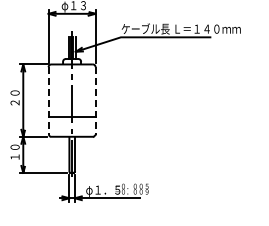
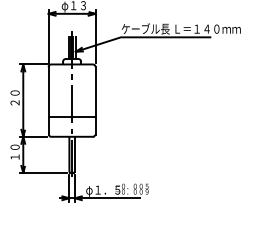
line at (48, 101): dashed -> solid
line at (95, 101): dashed -> solid
